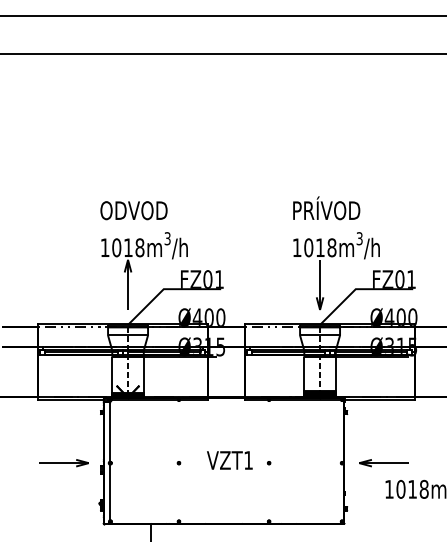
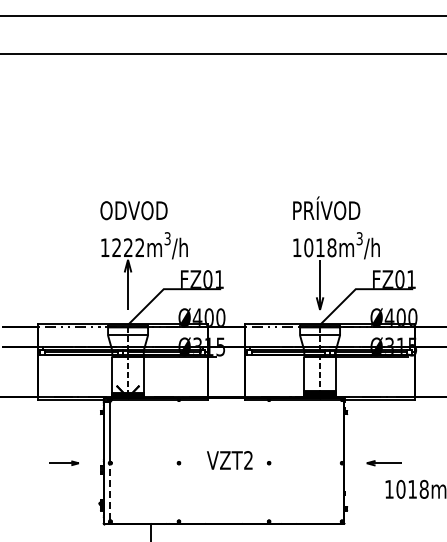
text at (128, 247): 1018m -> 1222m
text at (248, 460): VZT1 -> VZT2
part at (63, 463) size: 50x9 px -> 30x6 px
part at (383, 463) size: 50x9 px -> 36x7 px
line at (110, 492): solid -> dashed
